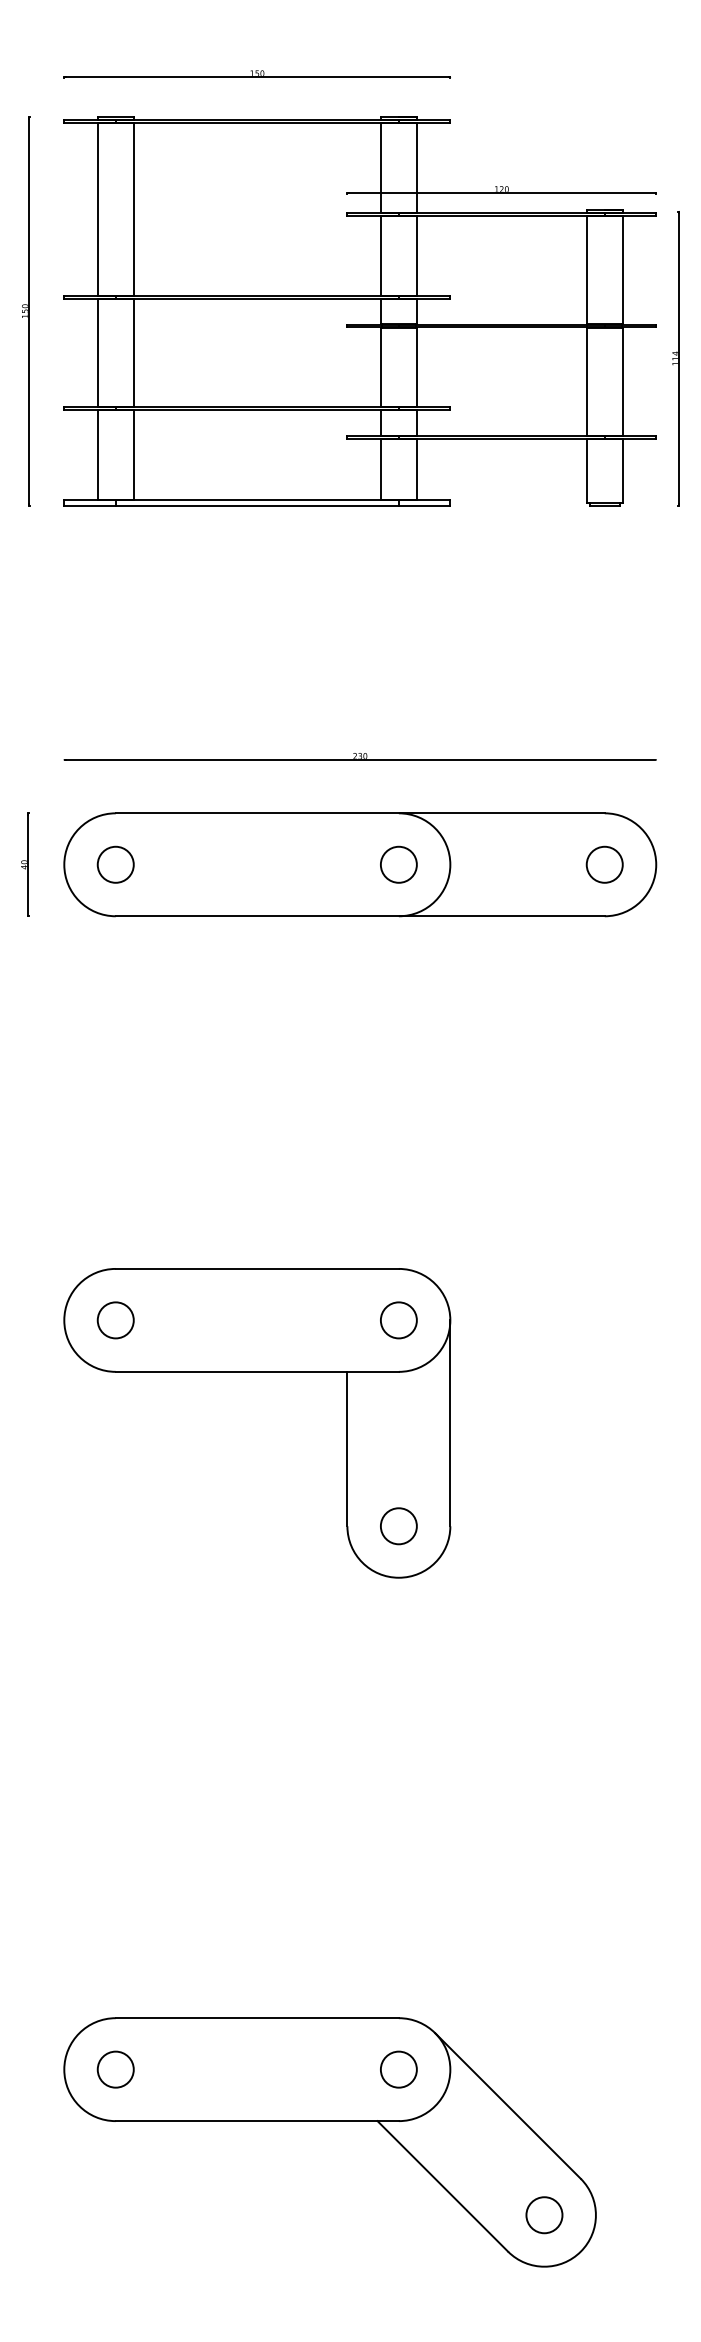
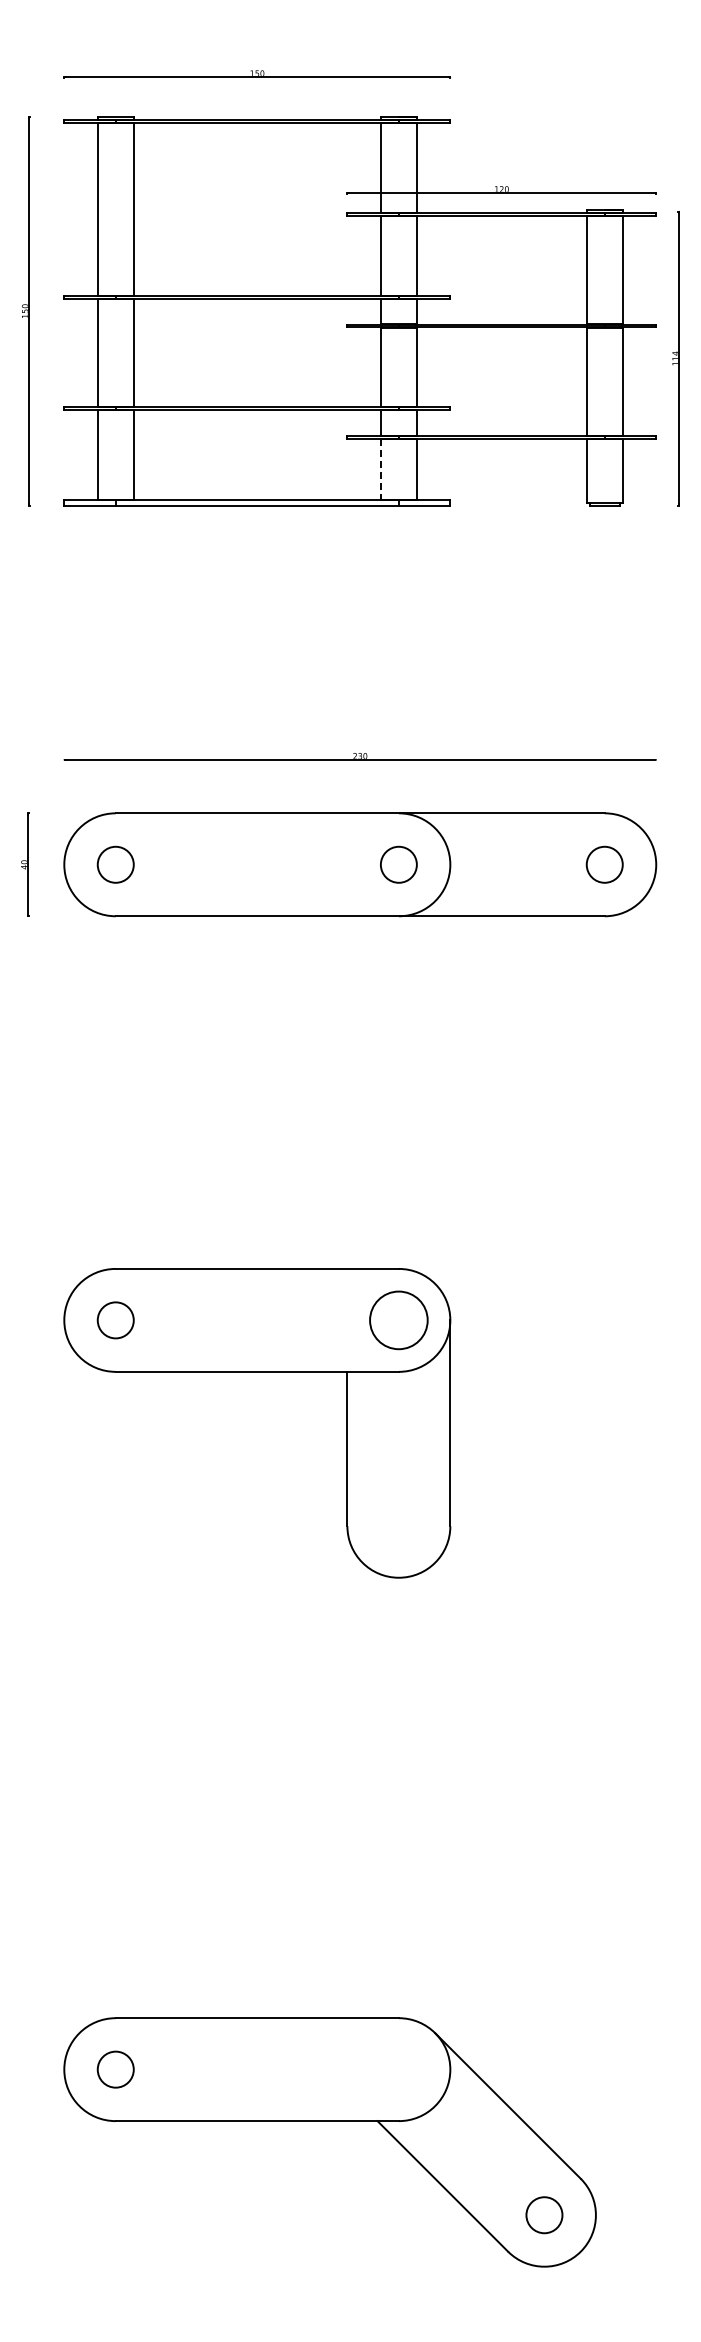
line at (380, 469): solid -> dashed
circle at (398, 1320) diameter: 36 px -> 58 px
circle at (398, 1526): present -> none
circle at (398, 2069): present -> none
